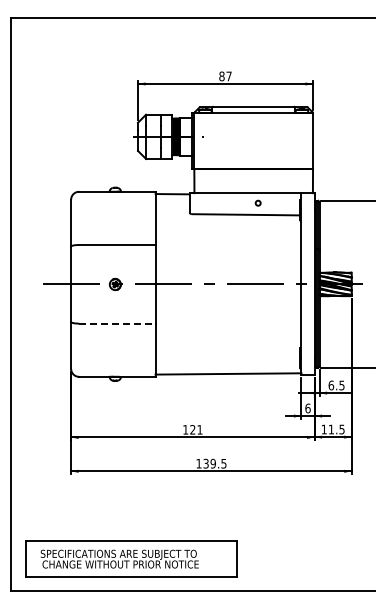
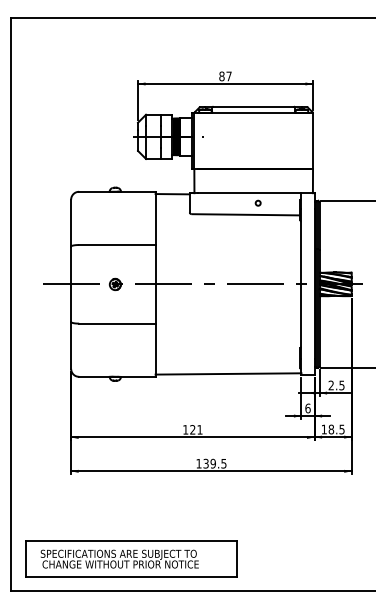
line at (117, 323): dashed -> solid
text at (331, 385): 6.5 -> 2.5
text at (331, 429): 11.5 -> 18.5
